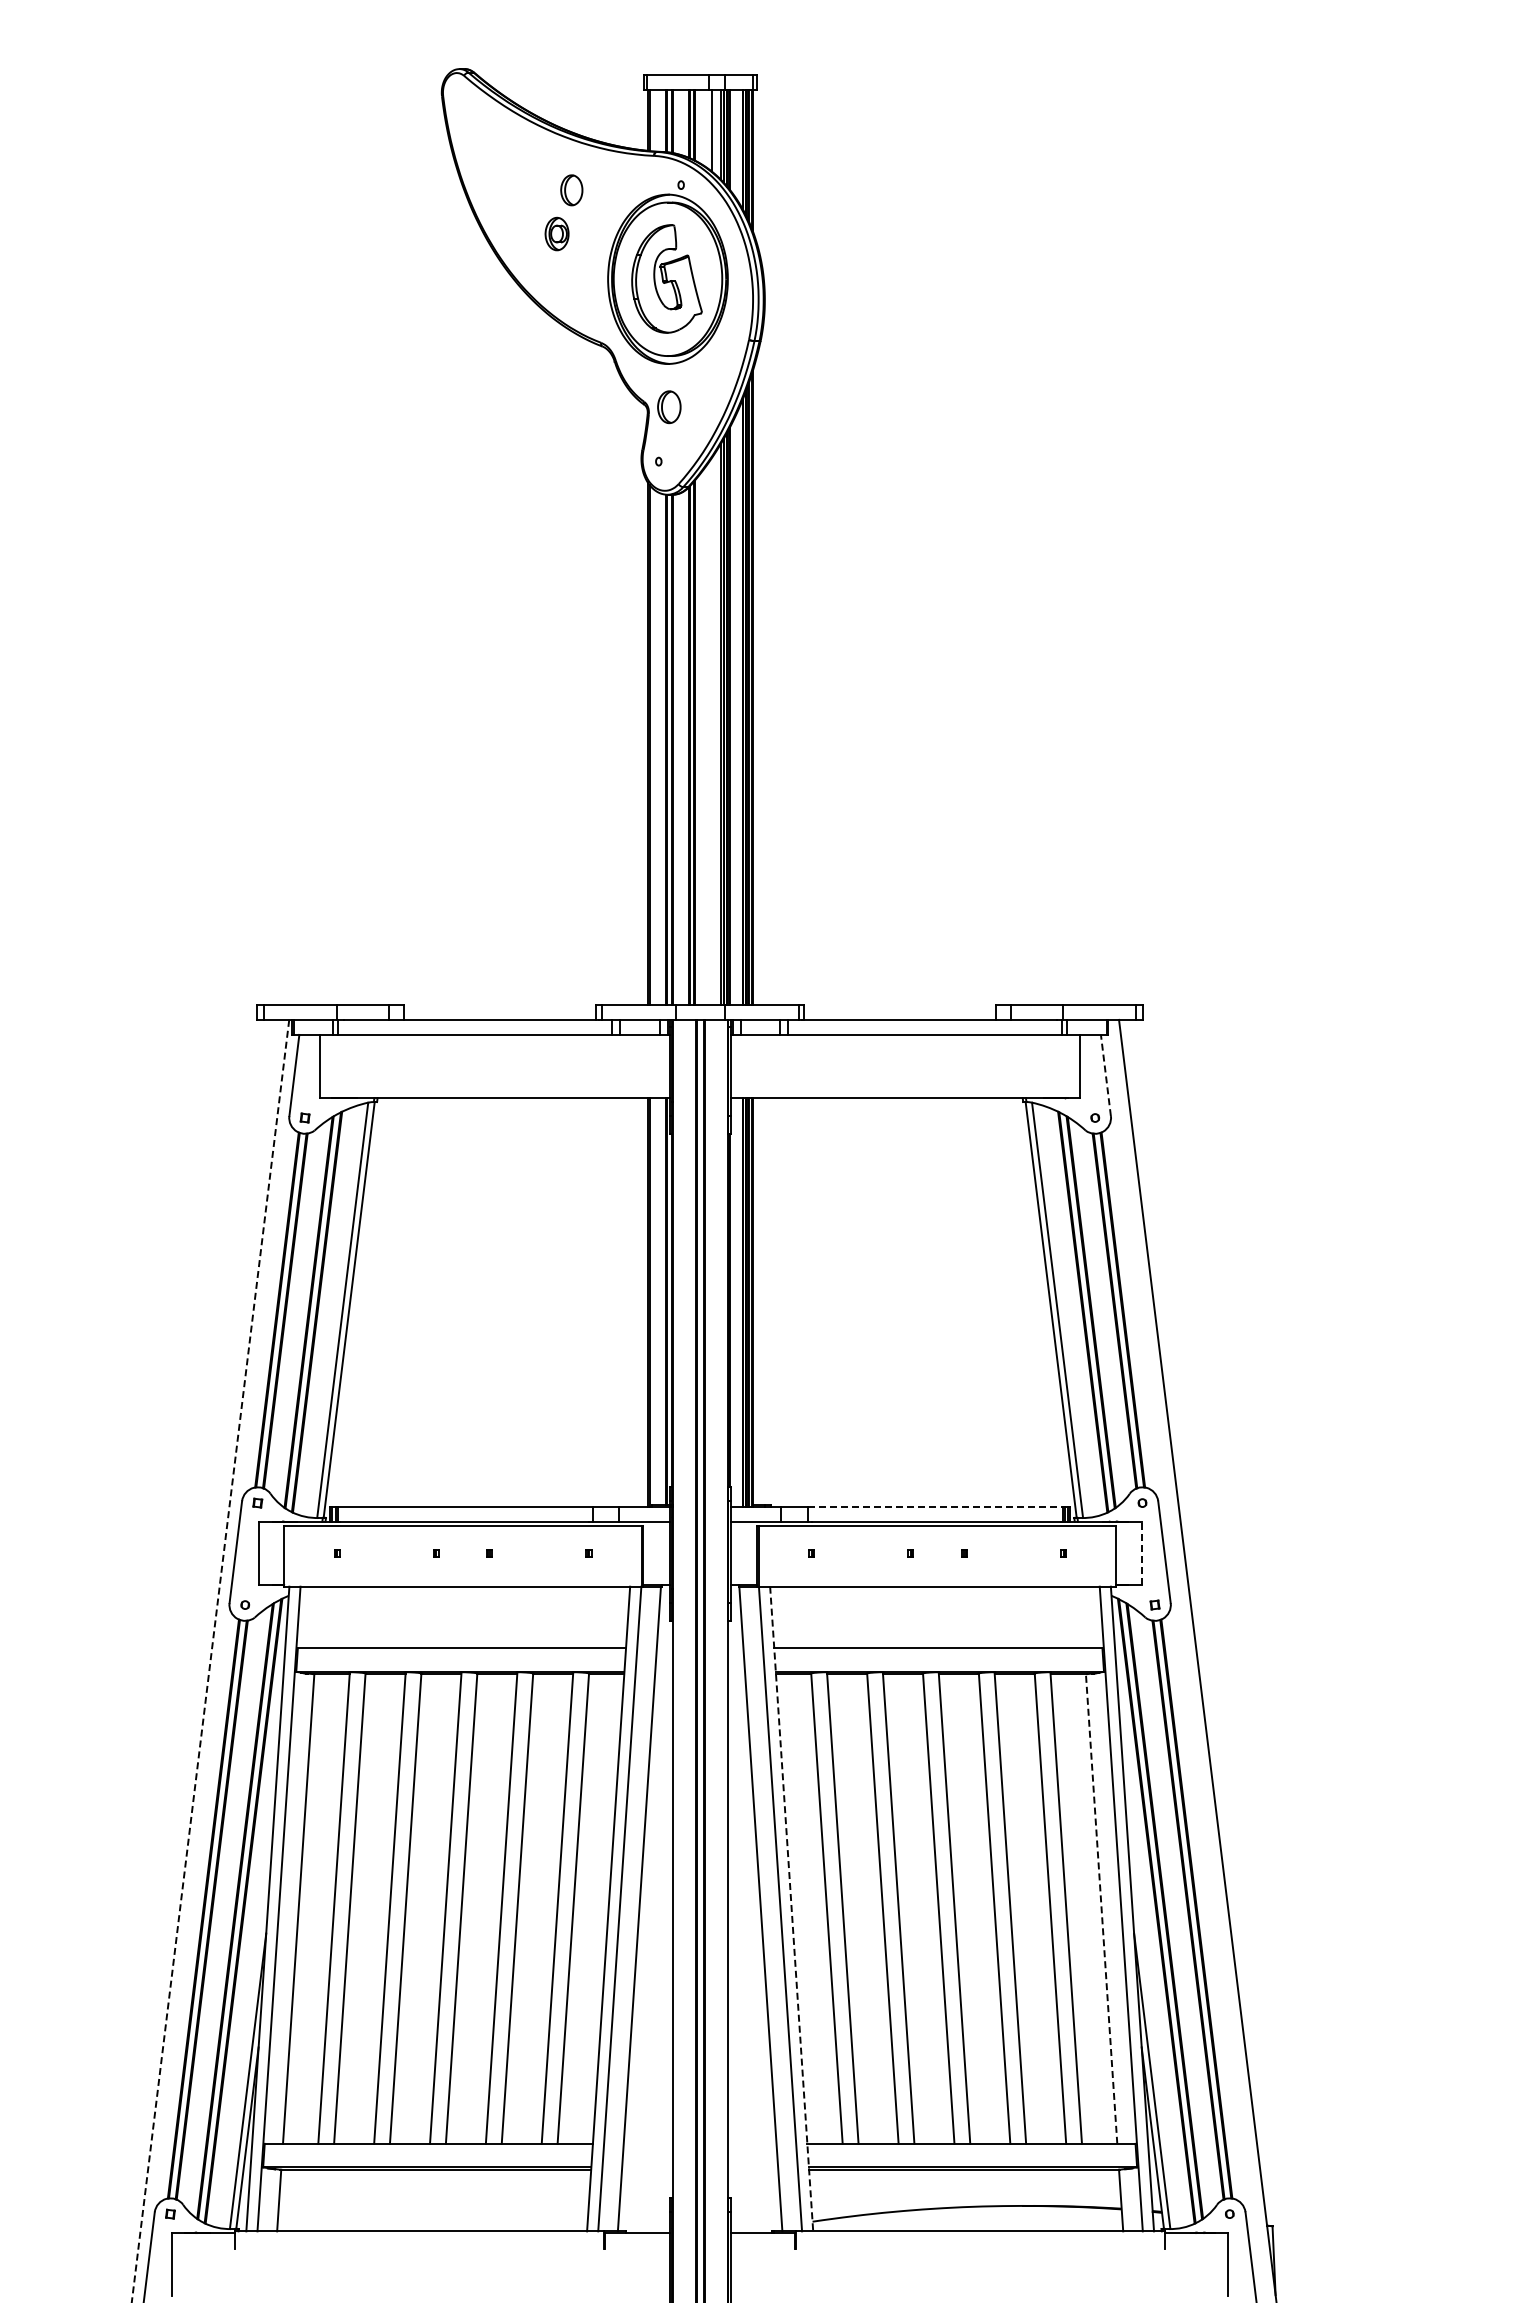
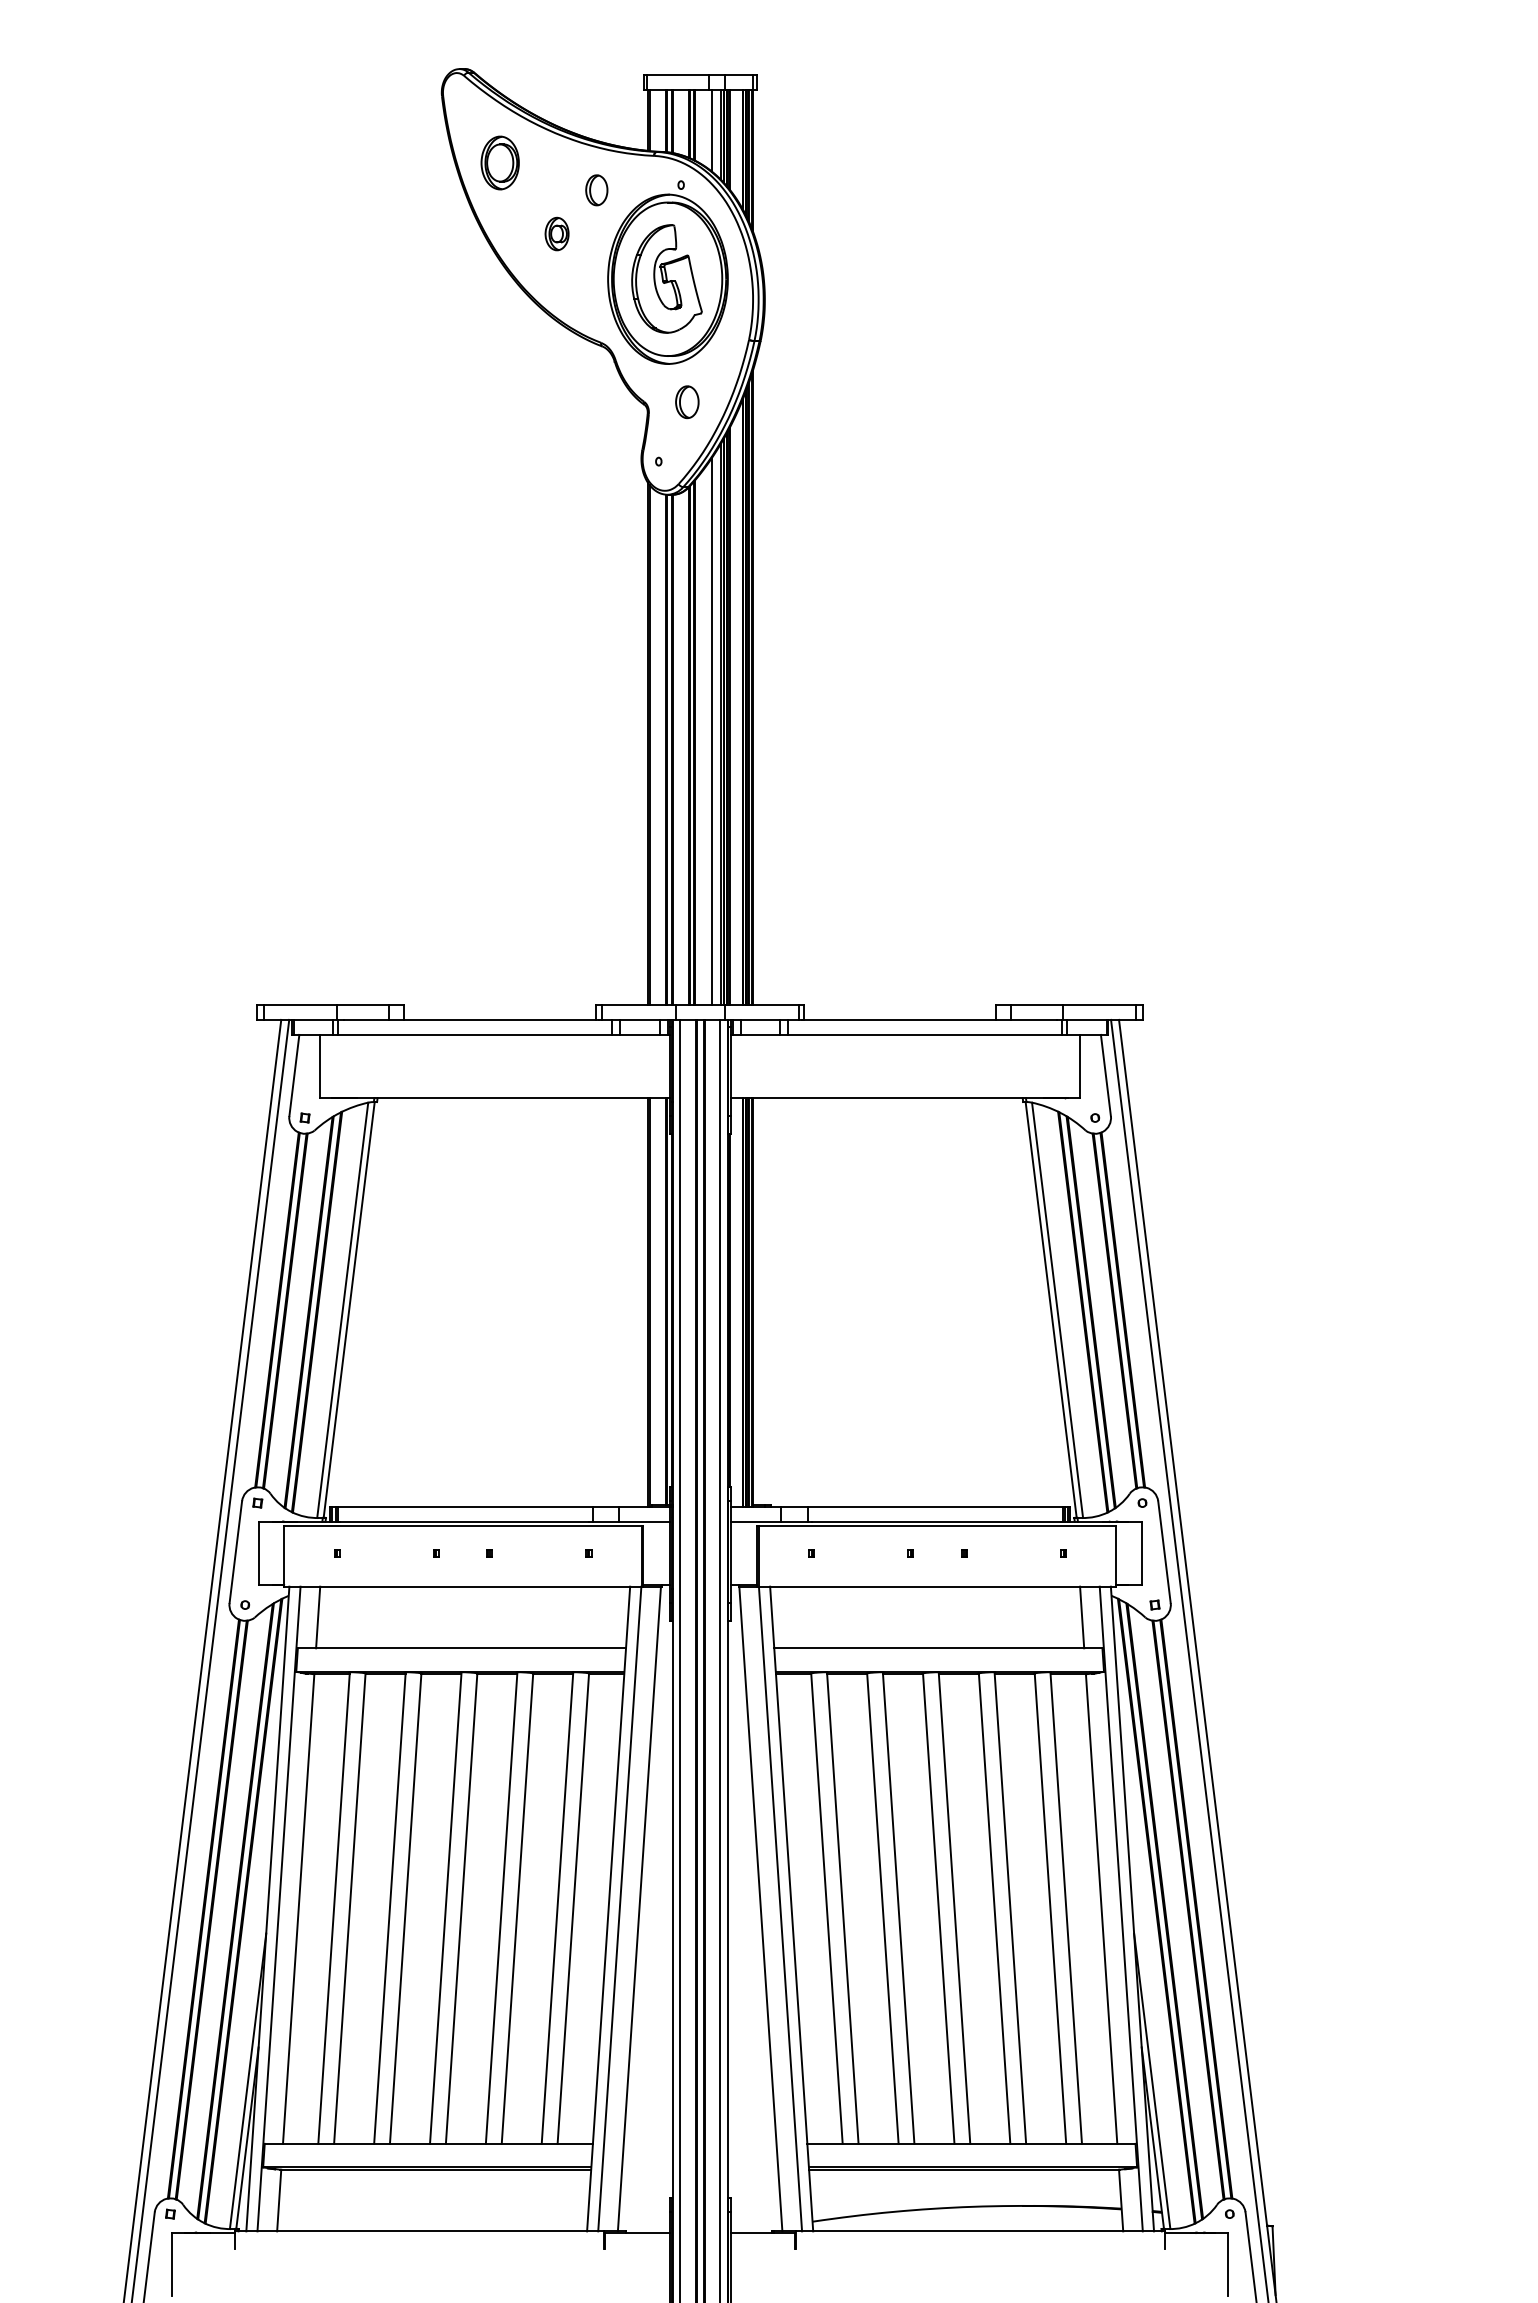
part at (499, 162): none -> present
part at (571, 190) position: (571, 190) -> (596, 190)
part at (669, 407) position: (669, 407) -> (687, 402)
line at (712, 730): none -> present
line at (1105, 1075): dashed -> solid
line at (935, 1506): dashed -> solid
line at (1141, 1553): dashed -> solid
line at (318, 1617): none -> present
line at (1082, 1617): none -> present
line at (202, 1659): none -> present
line at (680, 1659): none -> present
line at (719, 1659): none -> present
line at (1189, 1659): none -> present
line at (210, 1661): dashed -> solid
line at (1101, 1908): dashed -> solid
line at (791, 1909): dashed -> solid
